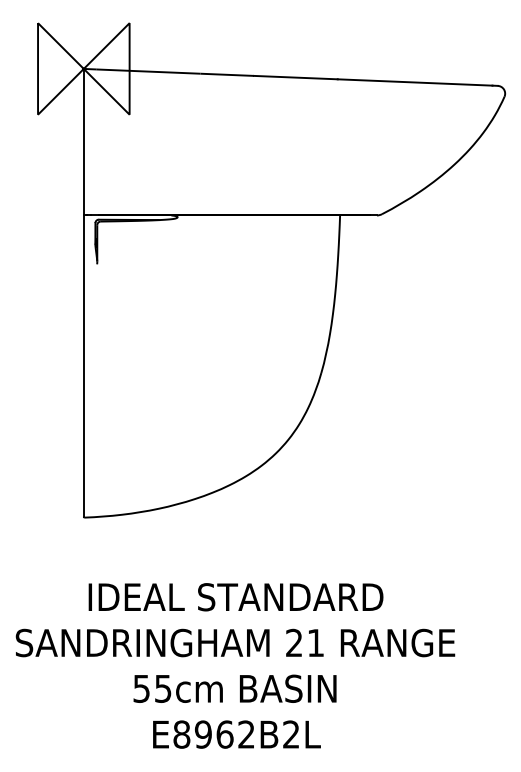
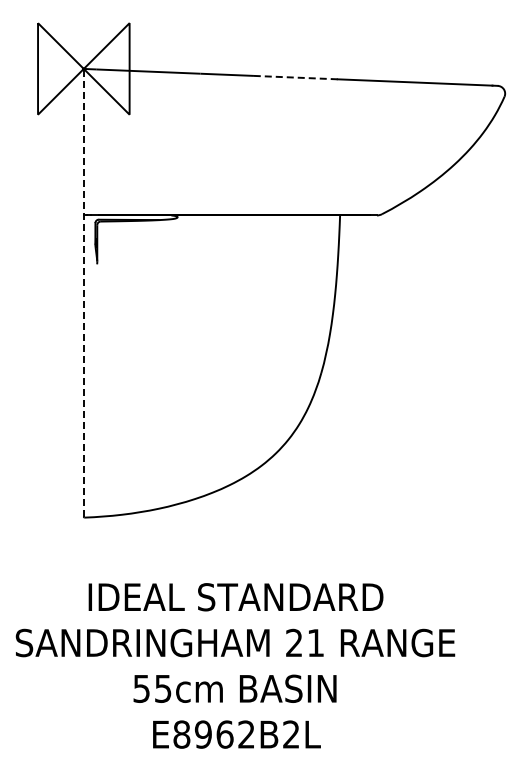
line at (295, 77): solid -> dashed
line at (83, 292): solid -> dashed
